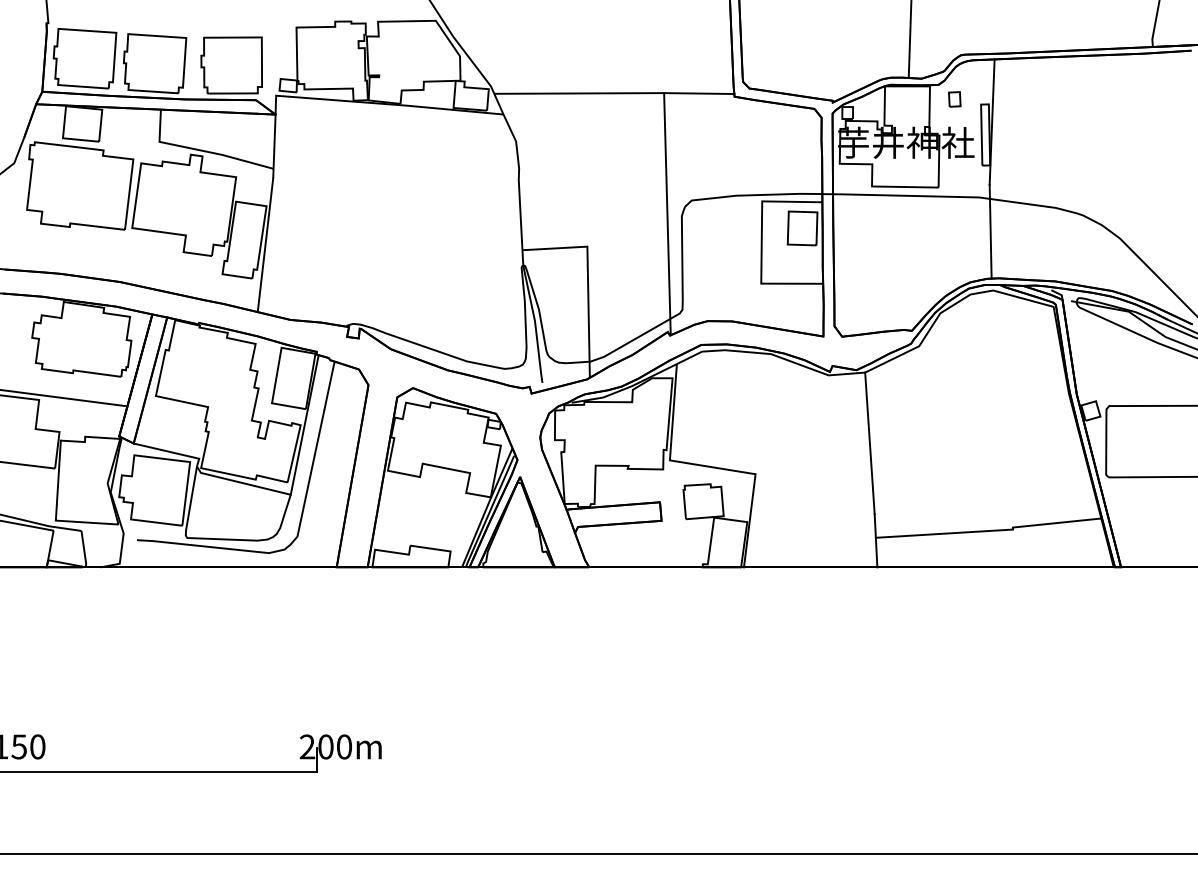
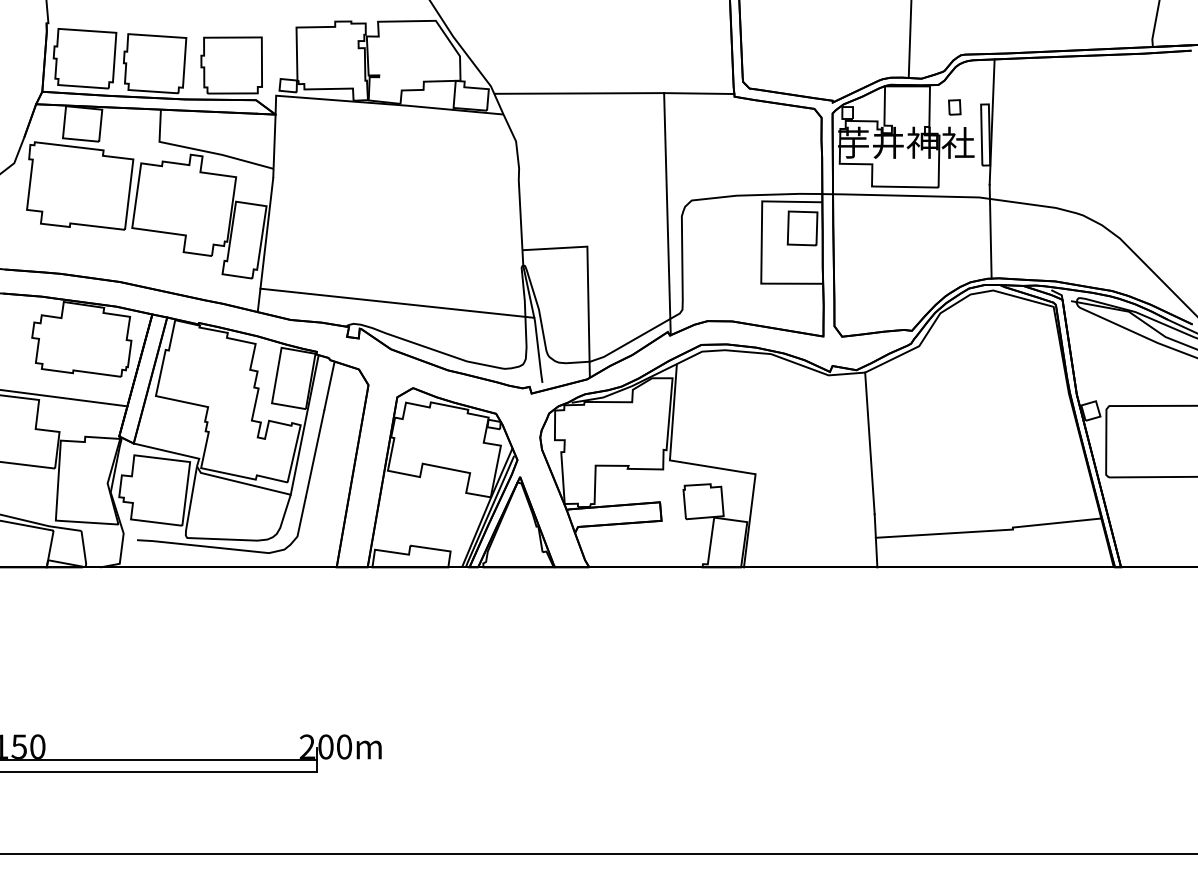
part at (954, 99) position: (954, 99) -> (954, 107)
line at (397, 302): none -> present
line at (159, 759): none -> present
